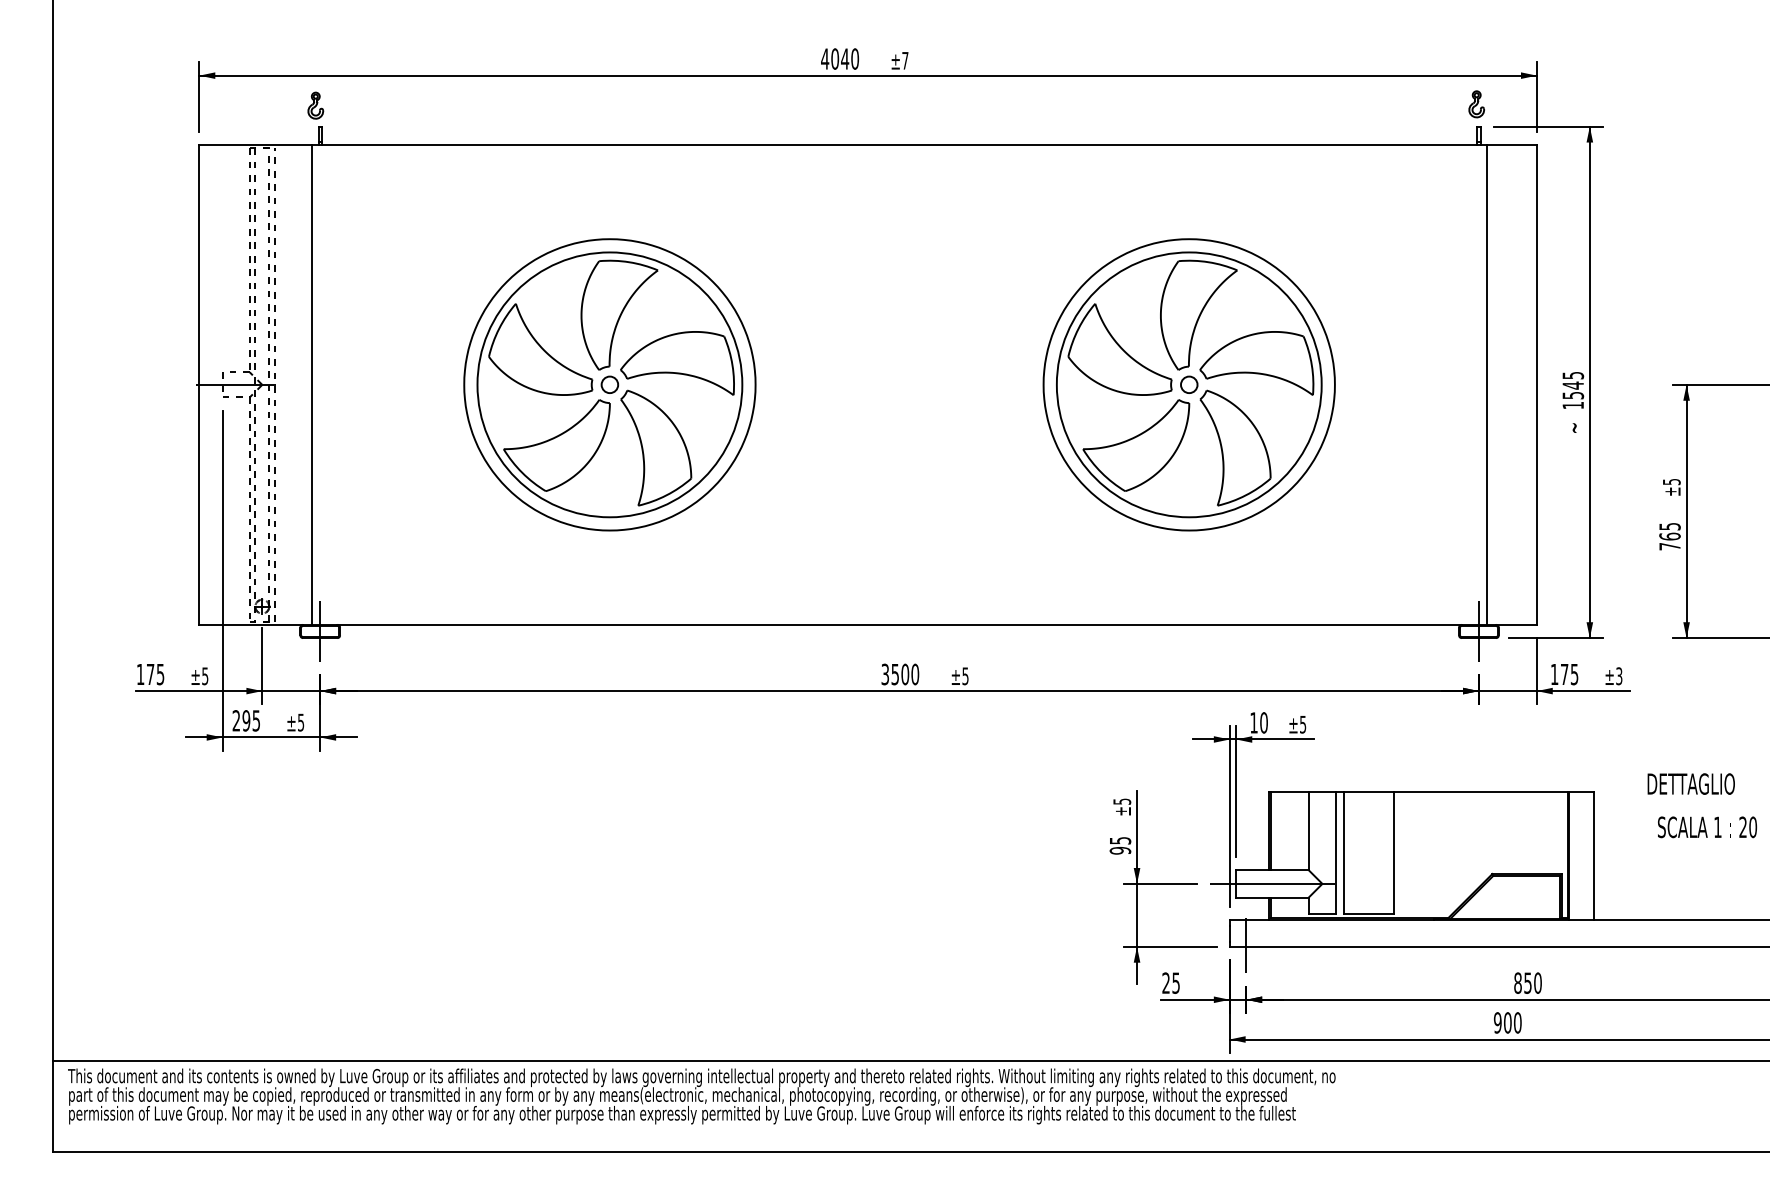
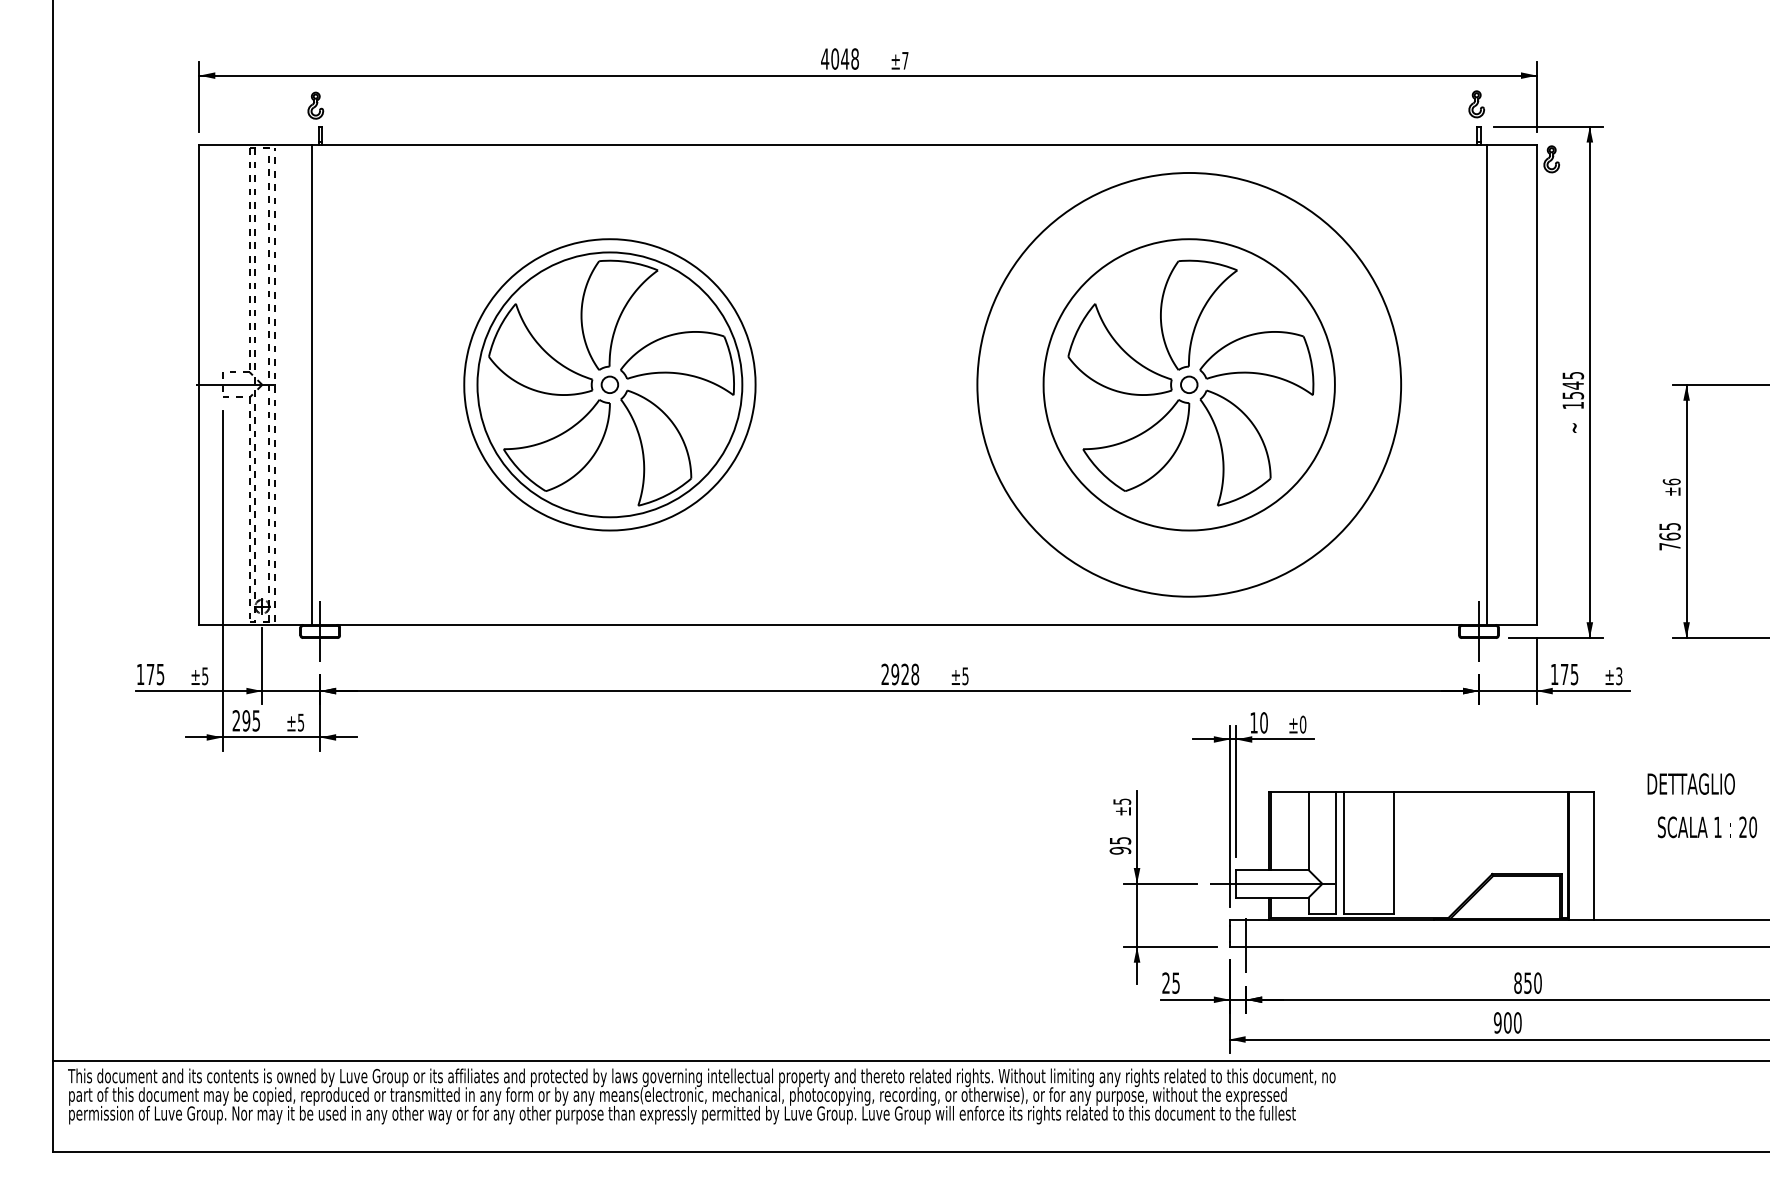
text at (855, 58): 4040 -> 4048
part at (1551, 159): none -> present
circle at (1188, 384) diameter: 265 px -> 424 px
text at (1671, 481): ±5 -> ±6
text at (900, 674): 3500 -> 2928
text at (1302, 724): ±5 -> ±0
